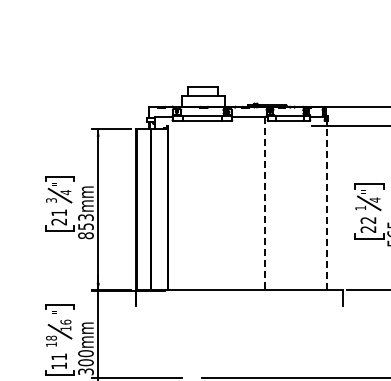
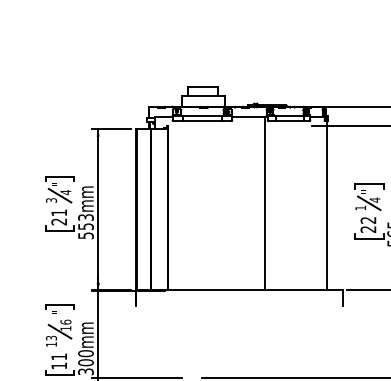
line at (265, 203): dashed -> solid
line at (327, 205): dashed -> solid
text at (85, 235): 853mm -> 553mm
text at (51, 337): 18 -> 13
